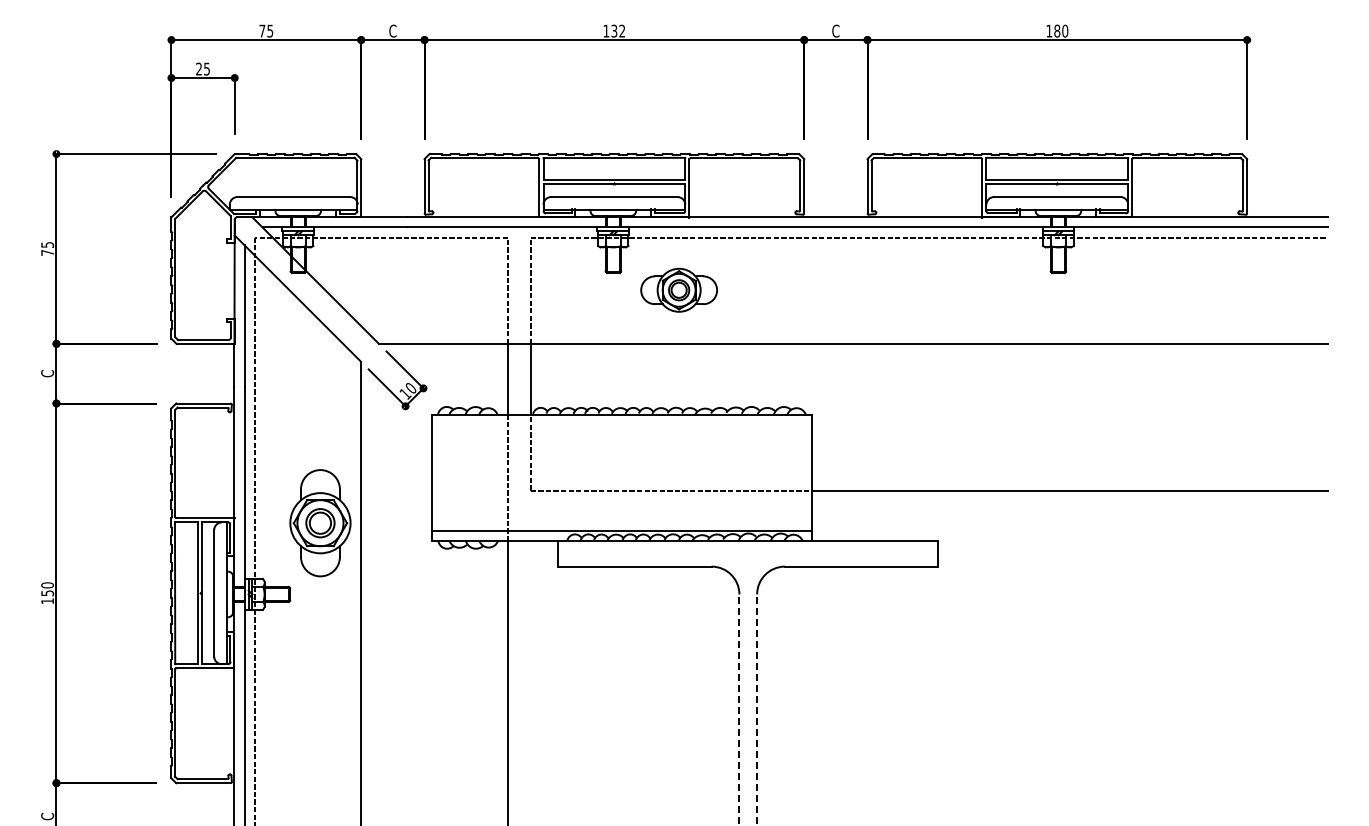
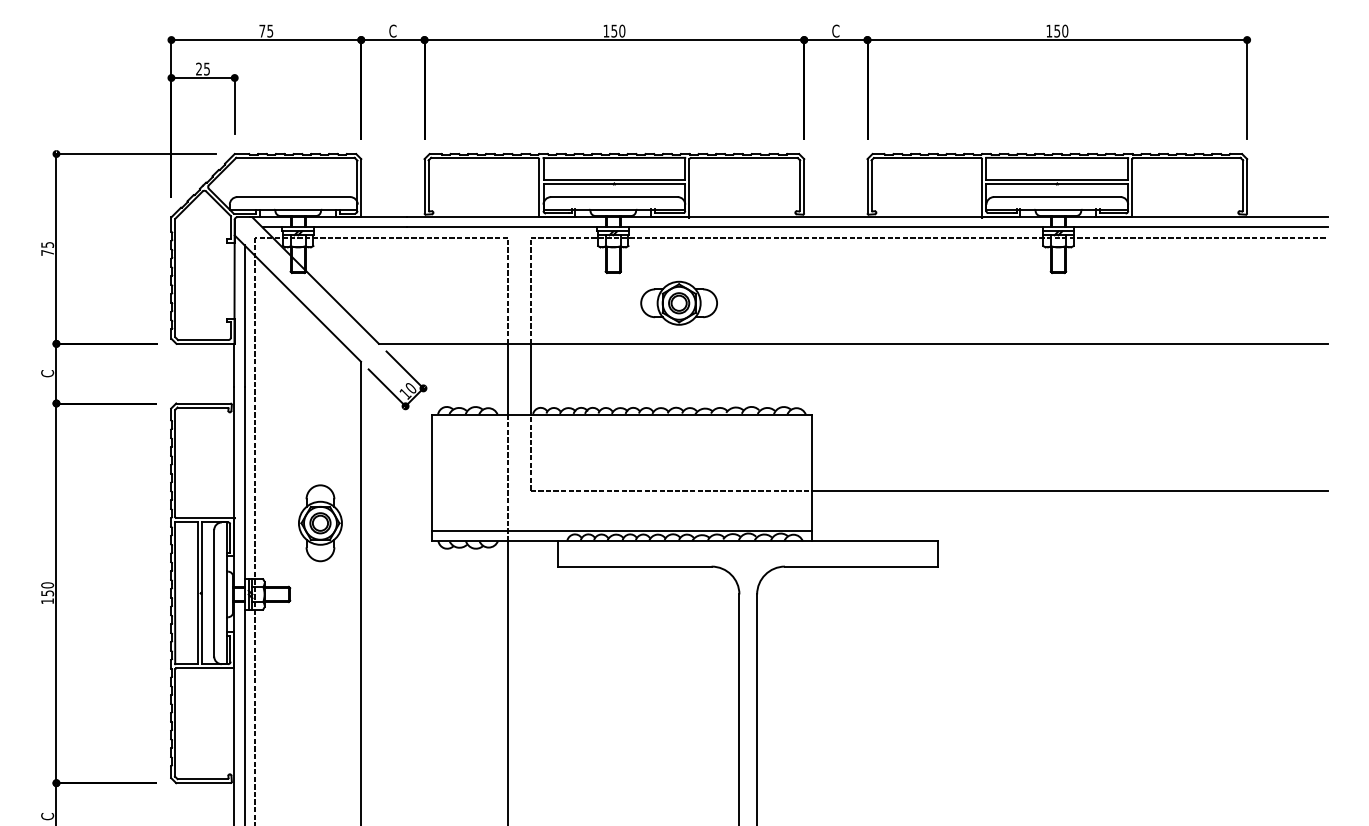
text at (618, 30): 132 -> 150
text at (1057, 30): 180 -> 150
part at (678, 289) position: (678, 289) -> (678, 302)
part at (320, 523) size: 63x109 px -> 45x79 px
line at (739, 710): dashed -> solid
line at (757, 710): dashed -> solid
